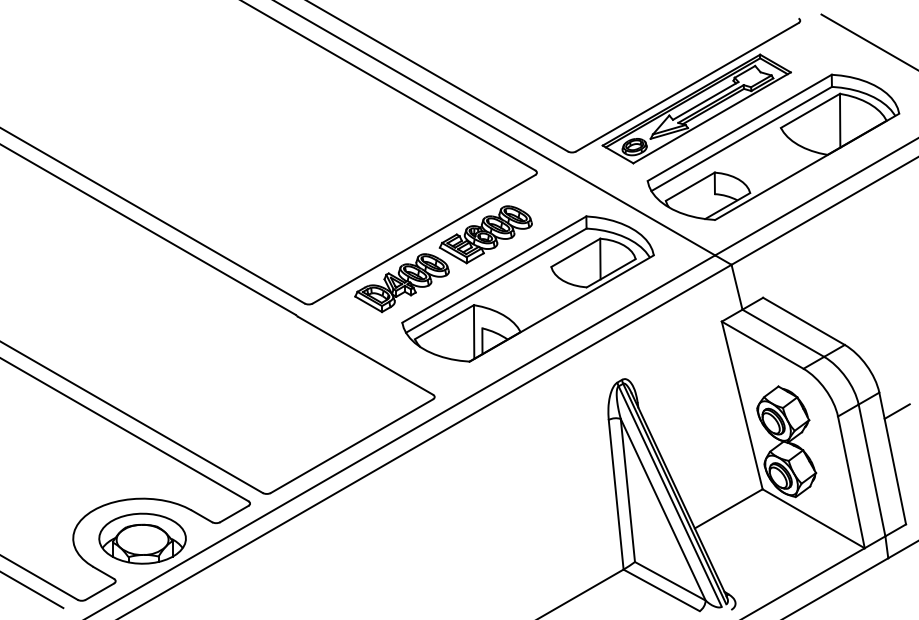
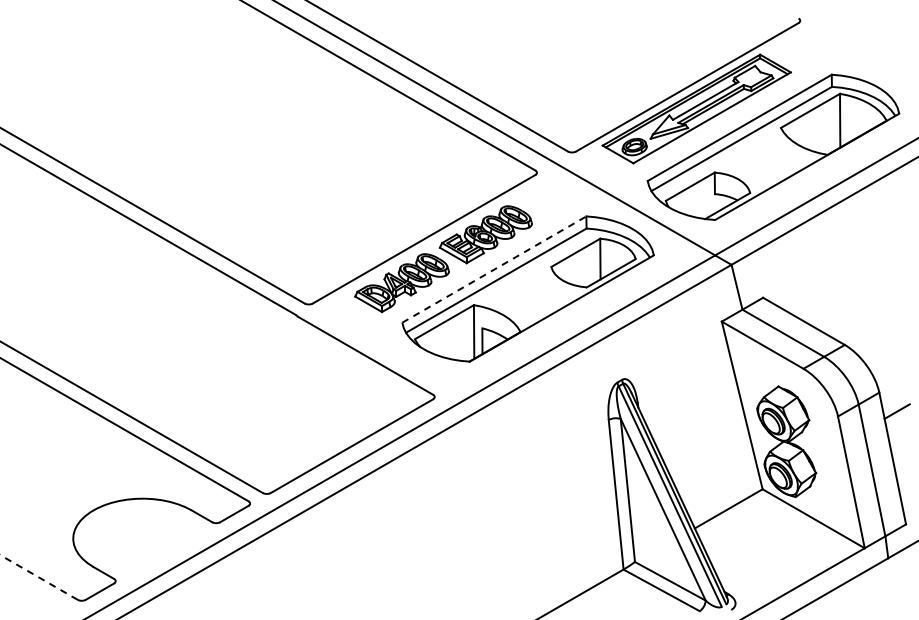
line at (868, 41): present -> none
line at (494, 269): solid -> dashed
part at (142, 538): present -> none
line at (38, 577): solid -> dashed
line at (32, 590): present -> none
